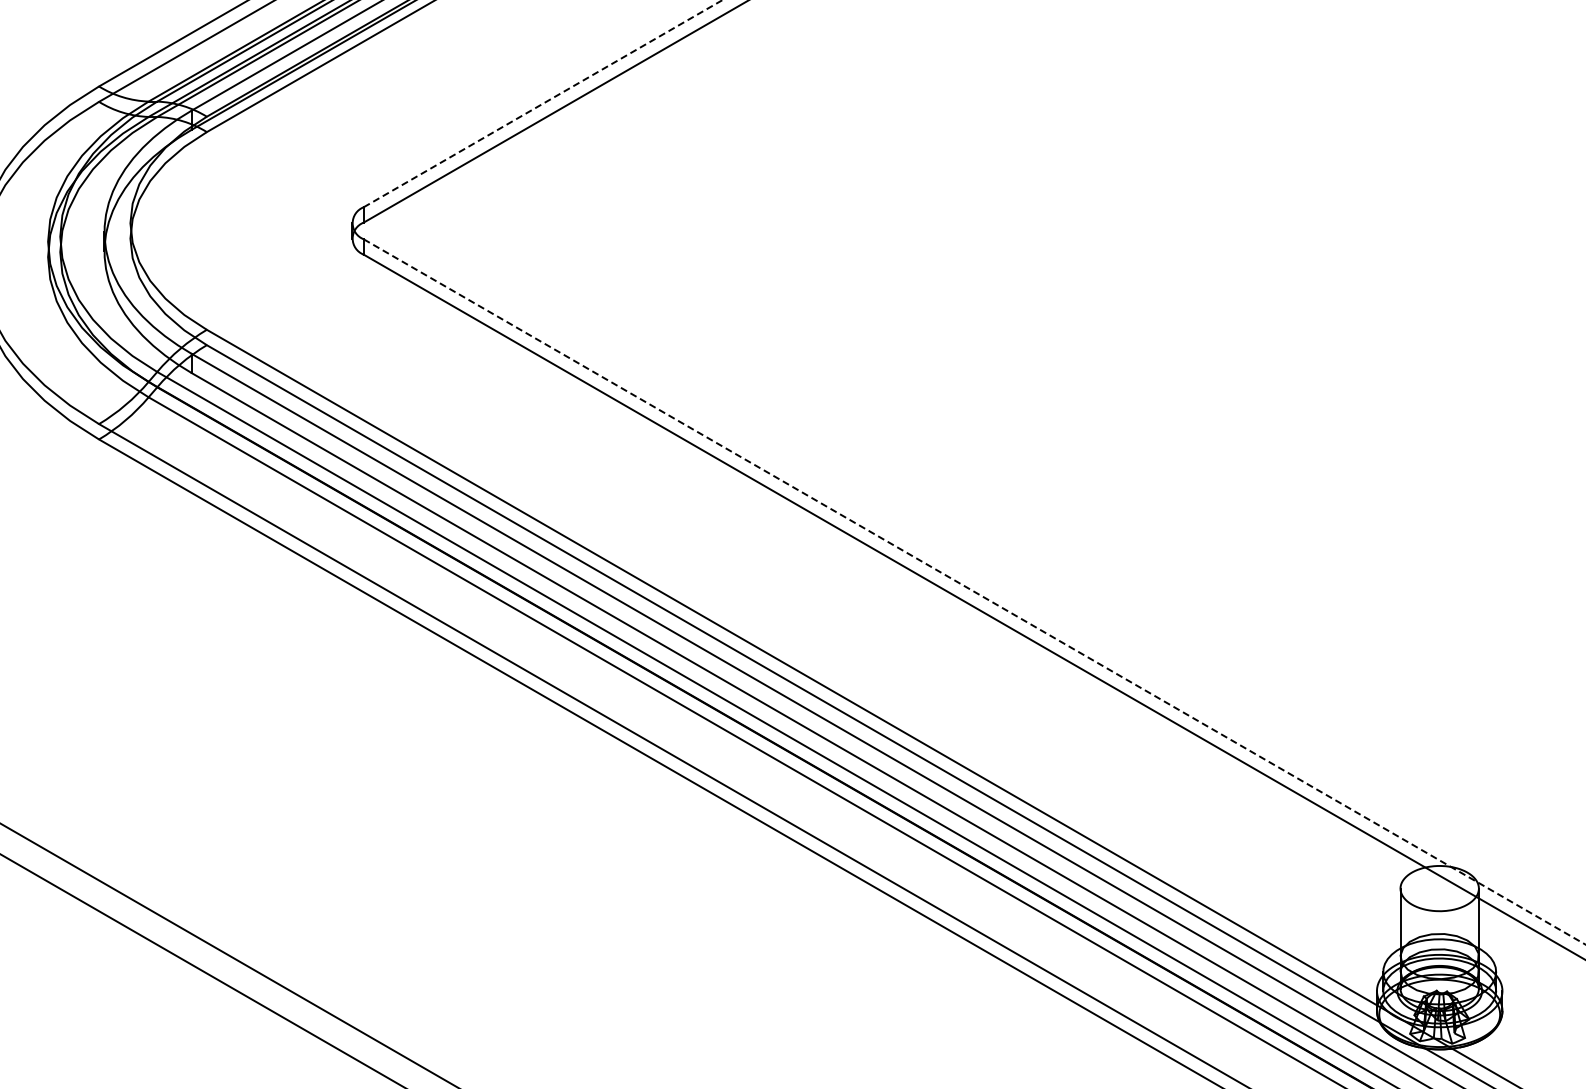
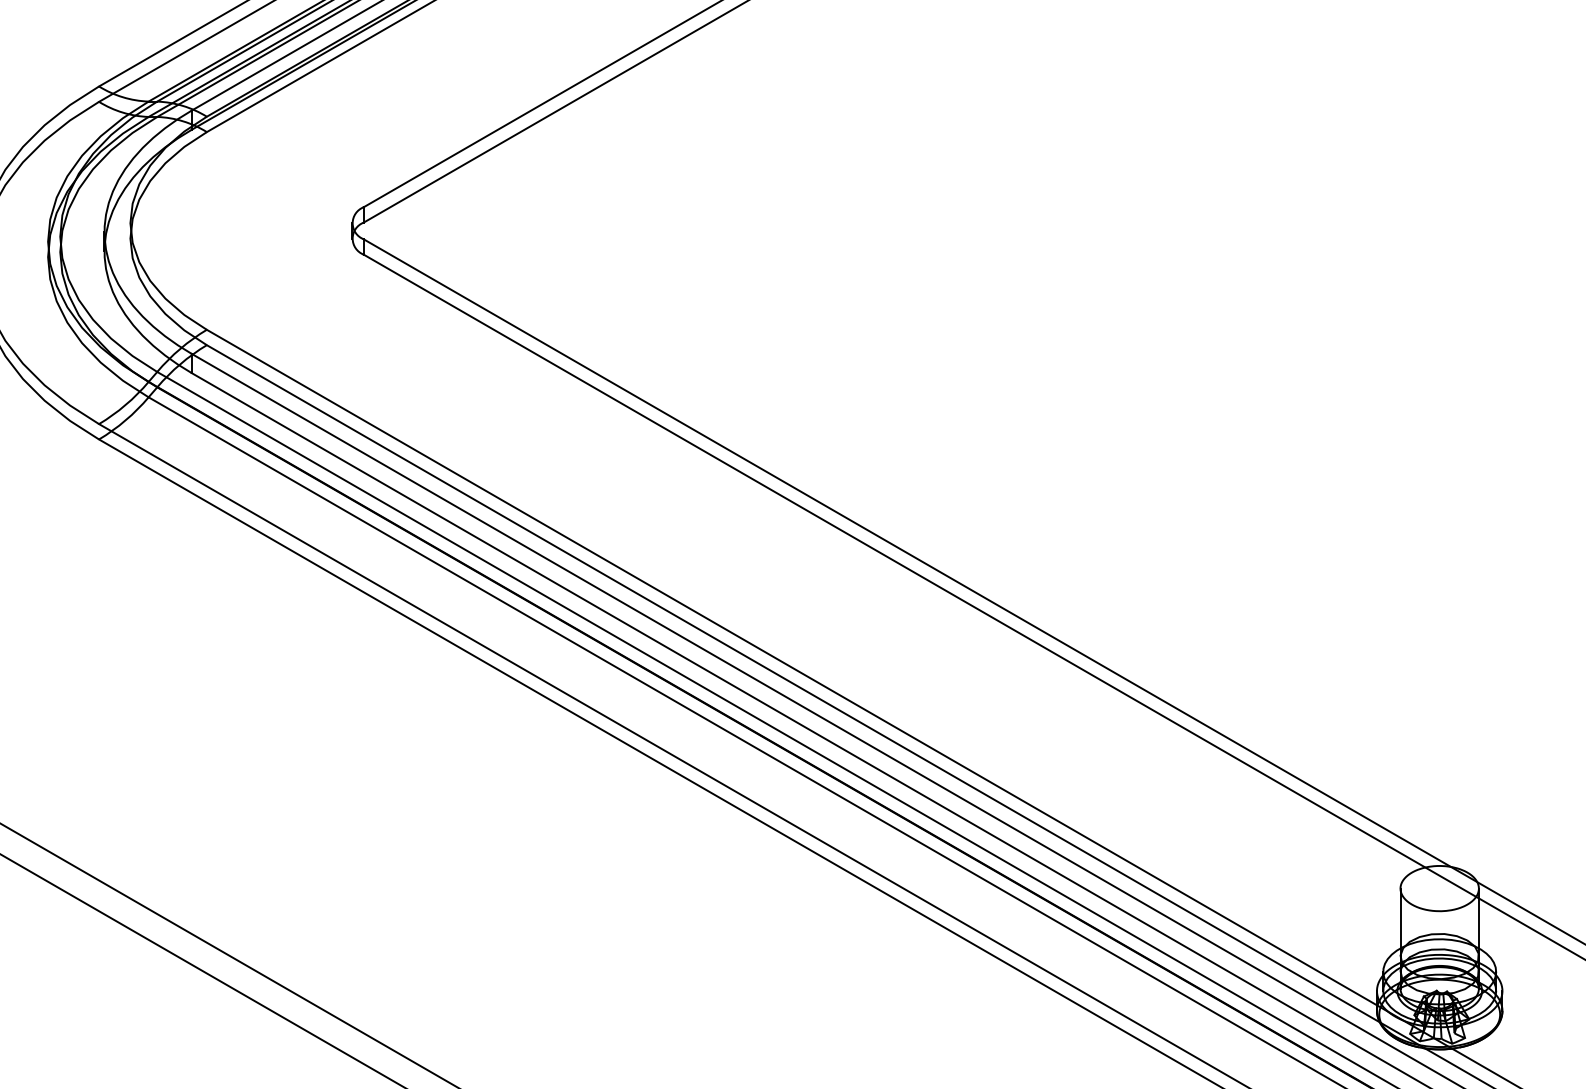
line at (542, 103): dashed -> solid
line at (975, 592): dashed -> solid
